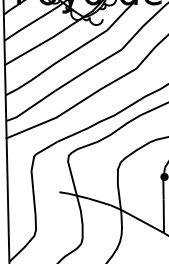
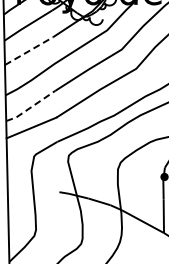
line at (29, 51): solid -> dashed
line at (31, 107): solid -> dashed
